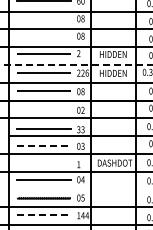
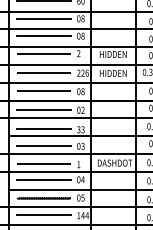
line at (43, 18): none -> present
line at (43, 35): none -> present
line at (76, 64): dashed -> solid
line at (43, 110): none -> present
line at (43, 146): dashed -> solid
line at (43, 164): none -> present
line at (79, 189): none -> present
line at (43, 215): dashed -> solid
